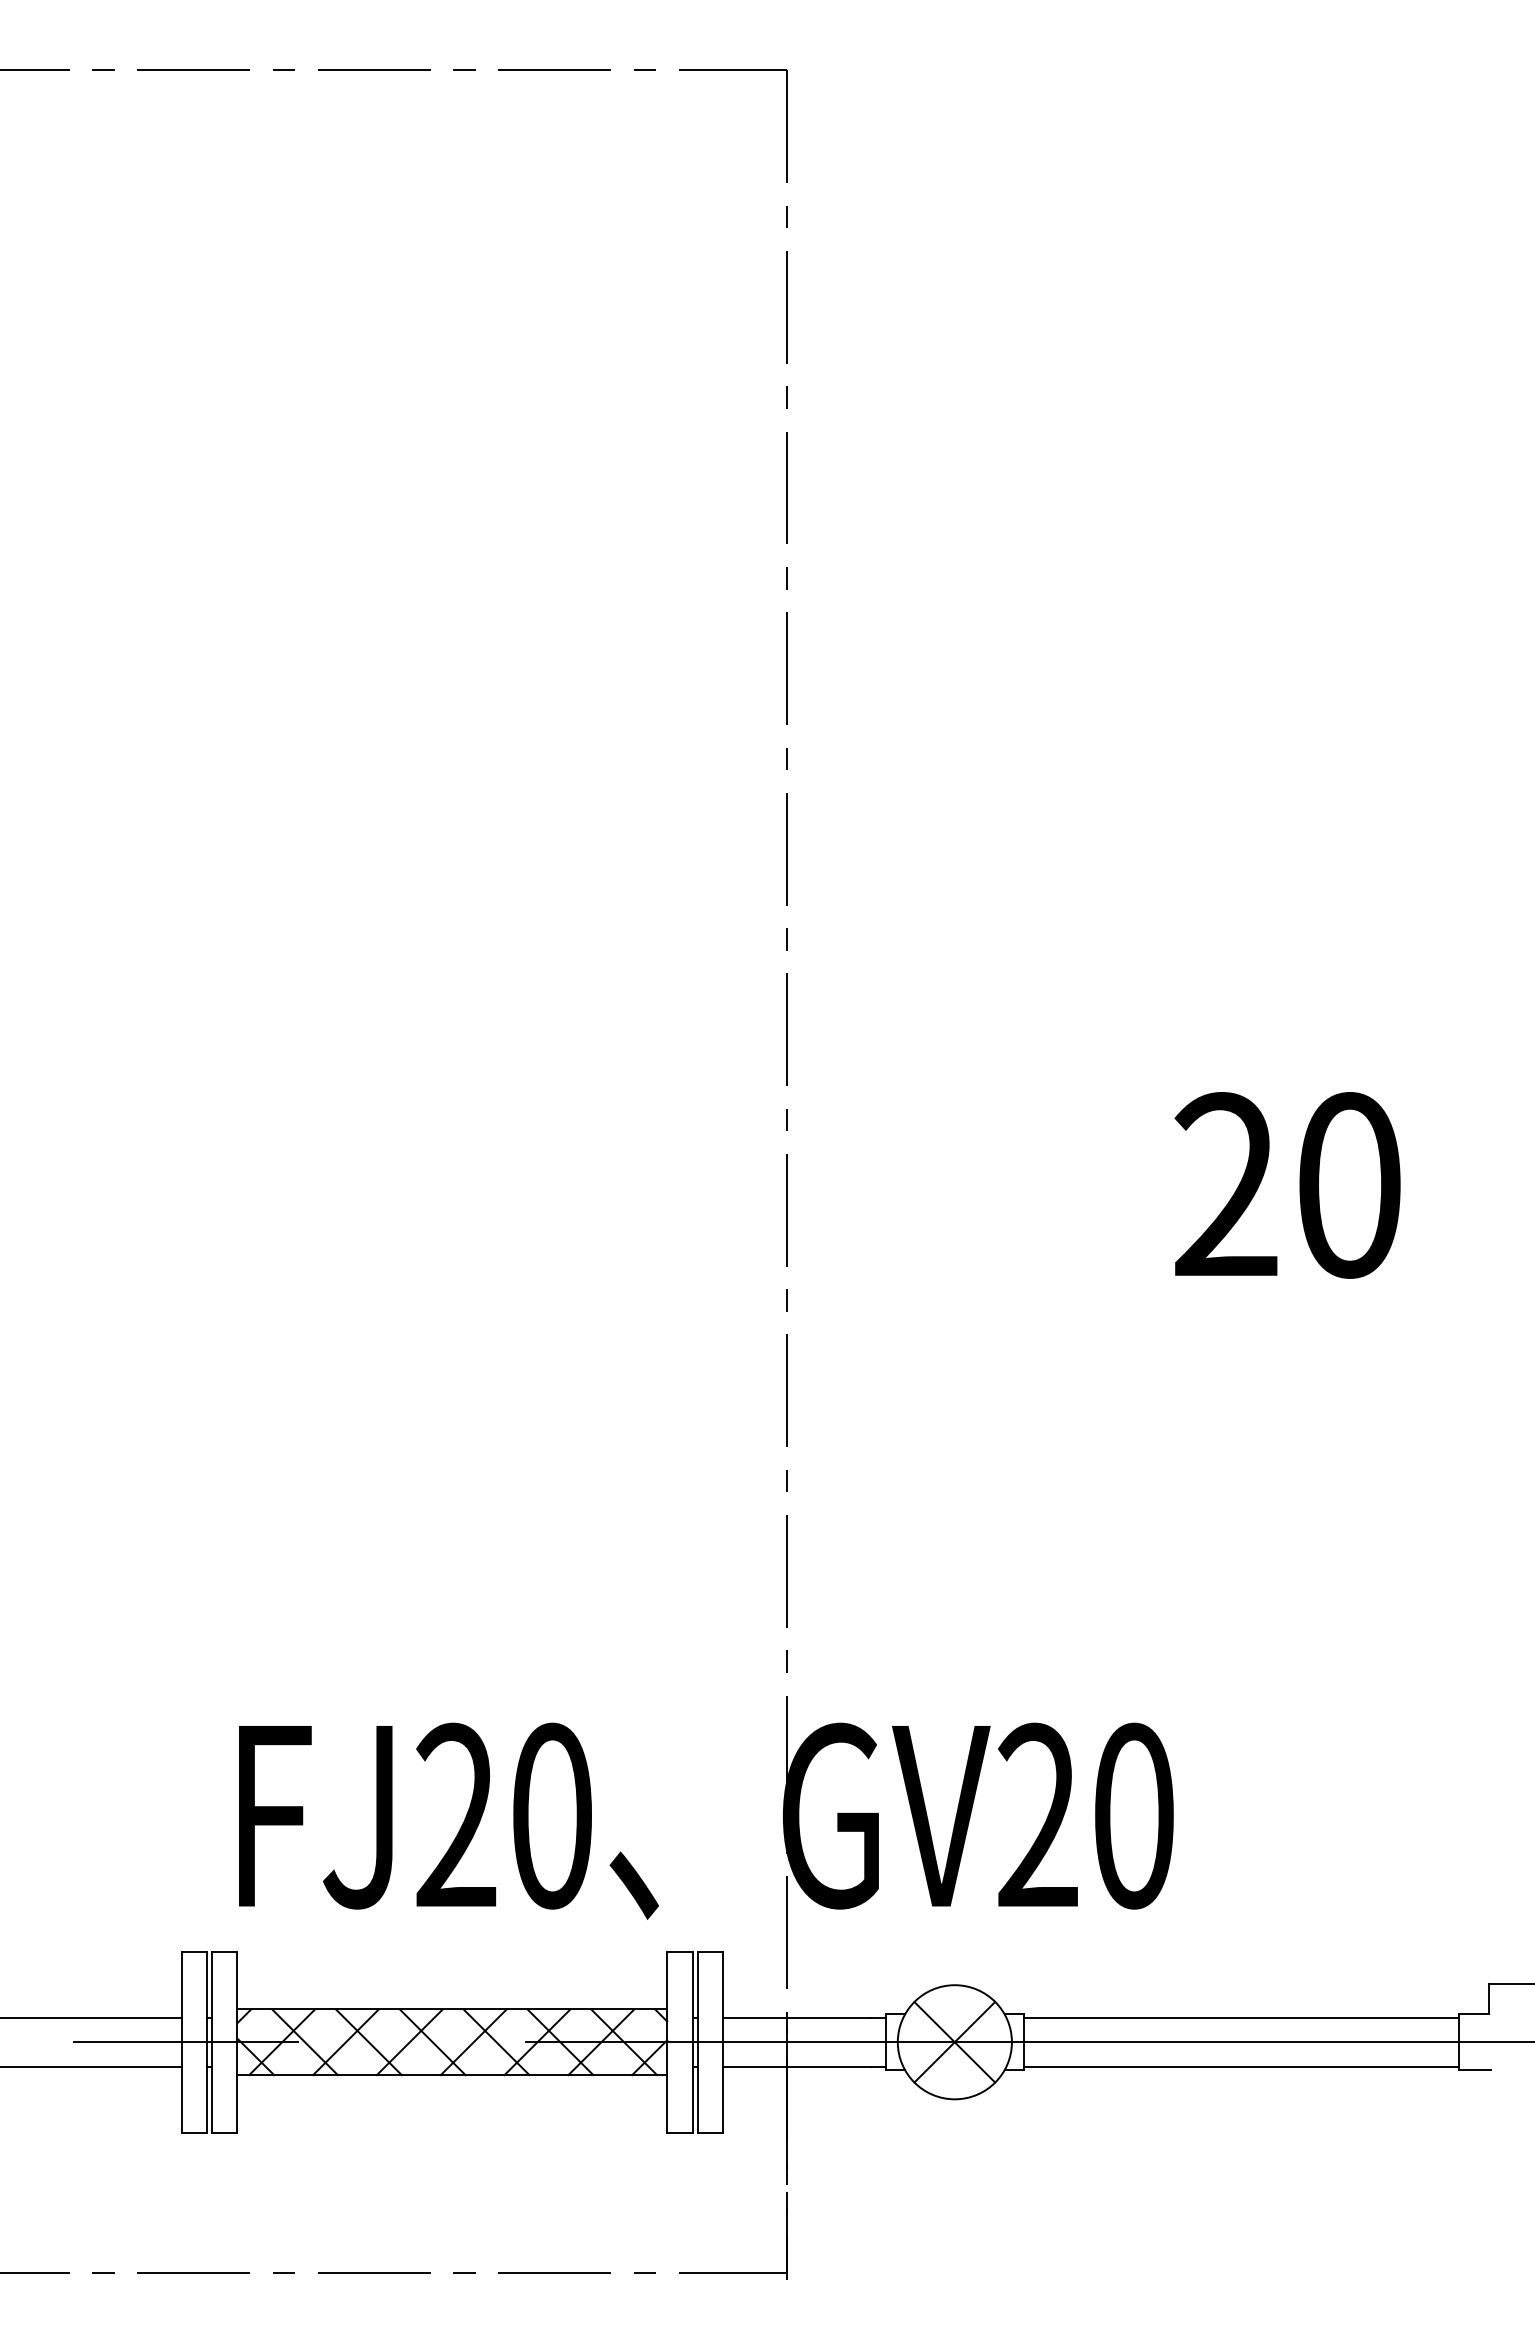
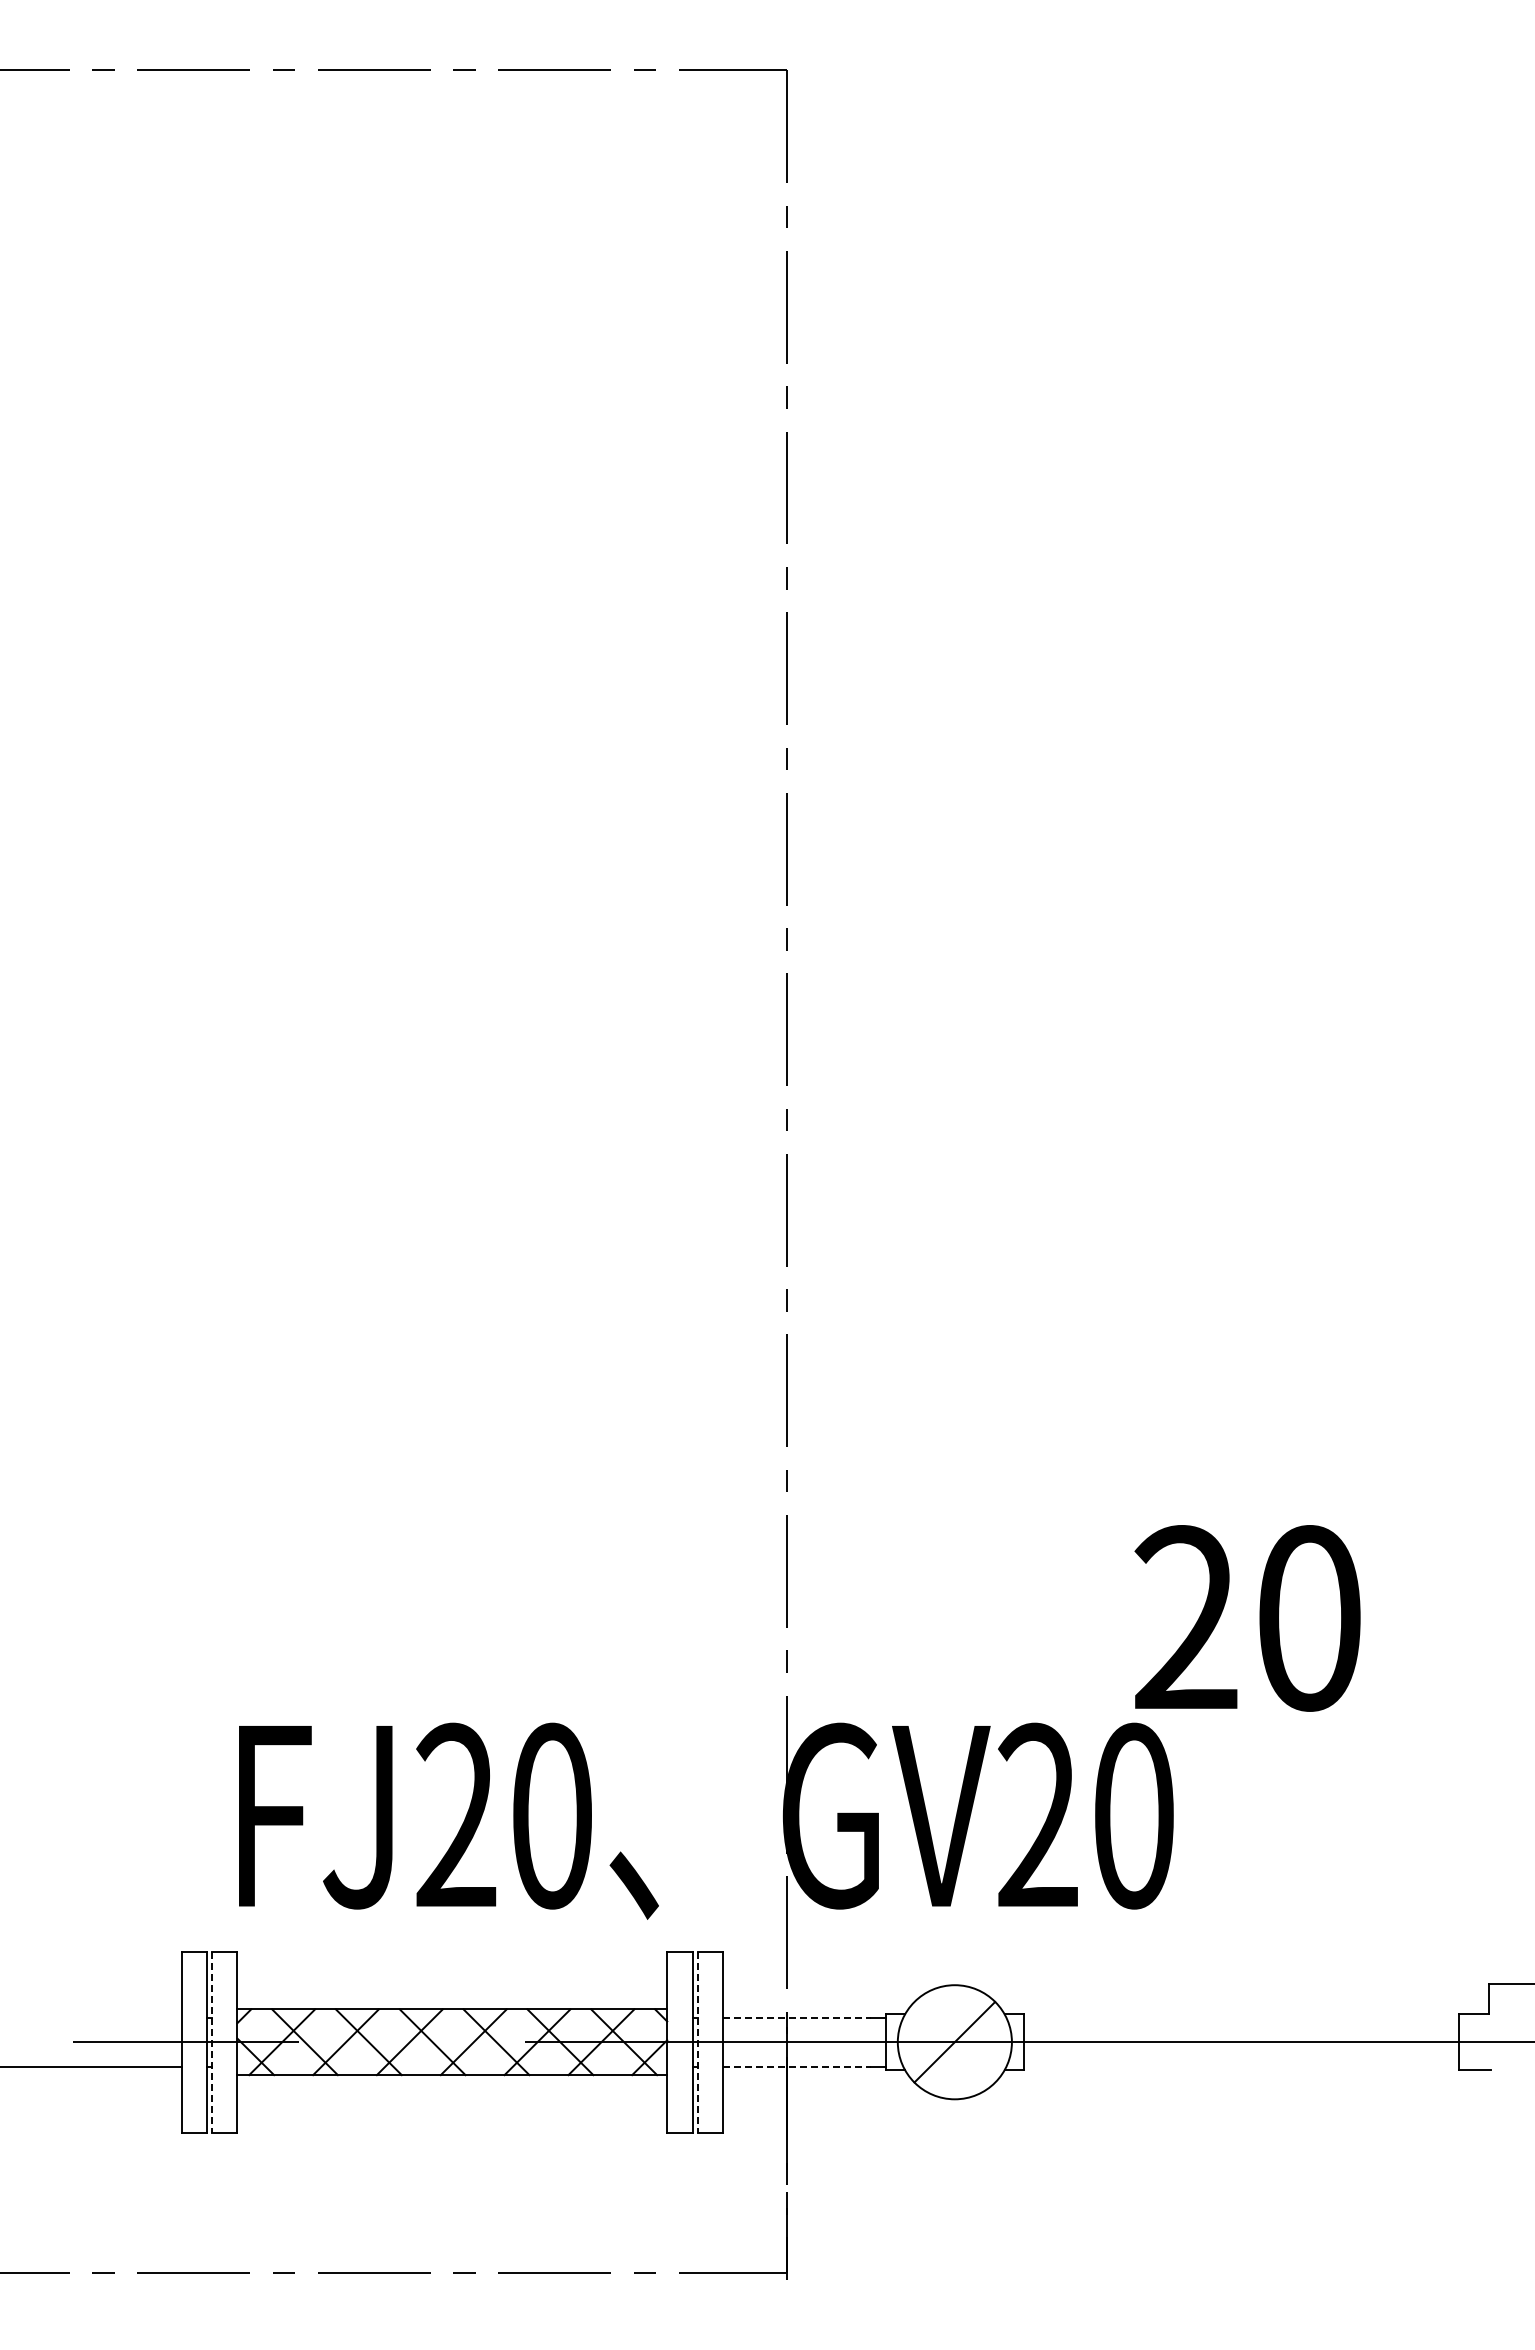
text at (1287, 1185) position: (1287, 1185) -> (1247, 1618)
line at (91, 2017): present -> none
line at (796, 2017): solid -> dashed
line at (1241, 2017): present -> none
line at (954, 2041): present -> none
line at (212, 2042): solid -> dashed
line at (697, 2042): solid -> dashed
line at (796, 2066): solid -> dashed
line at (1241, 2066): present -> none
